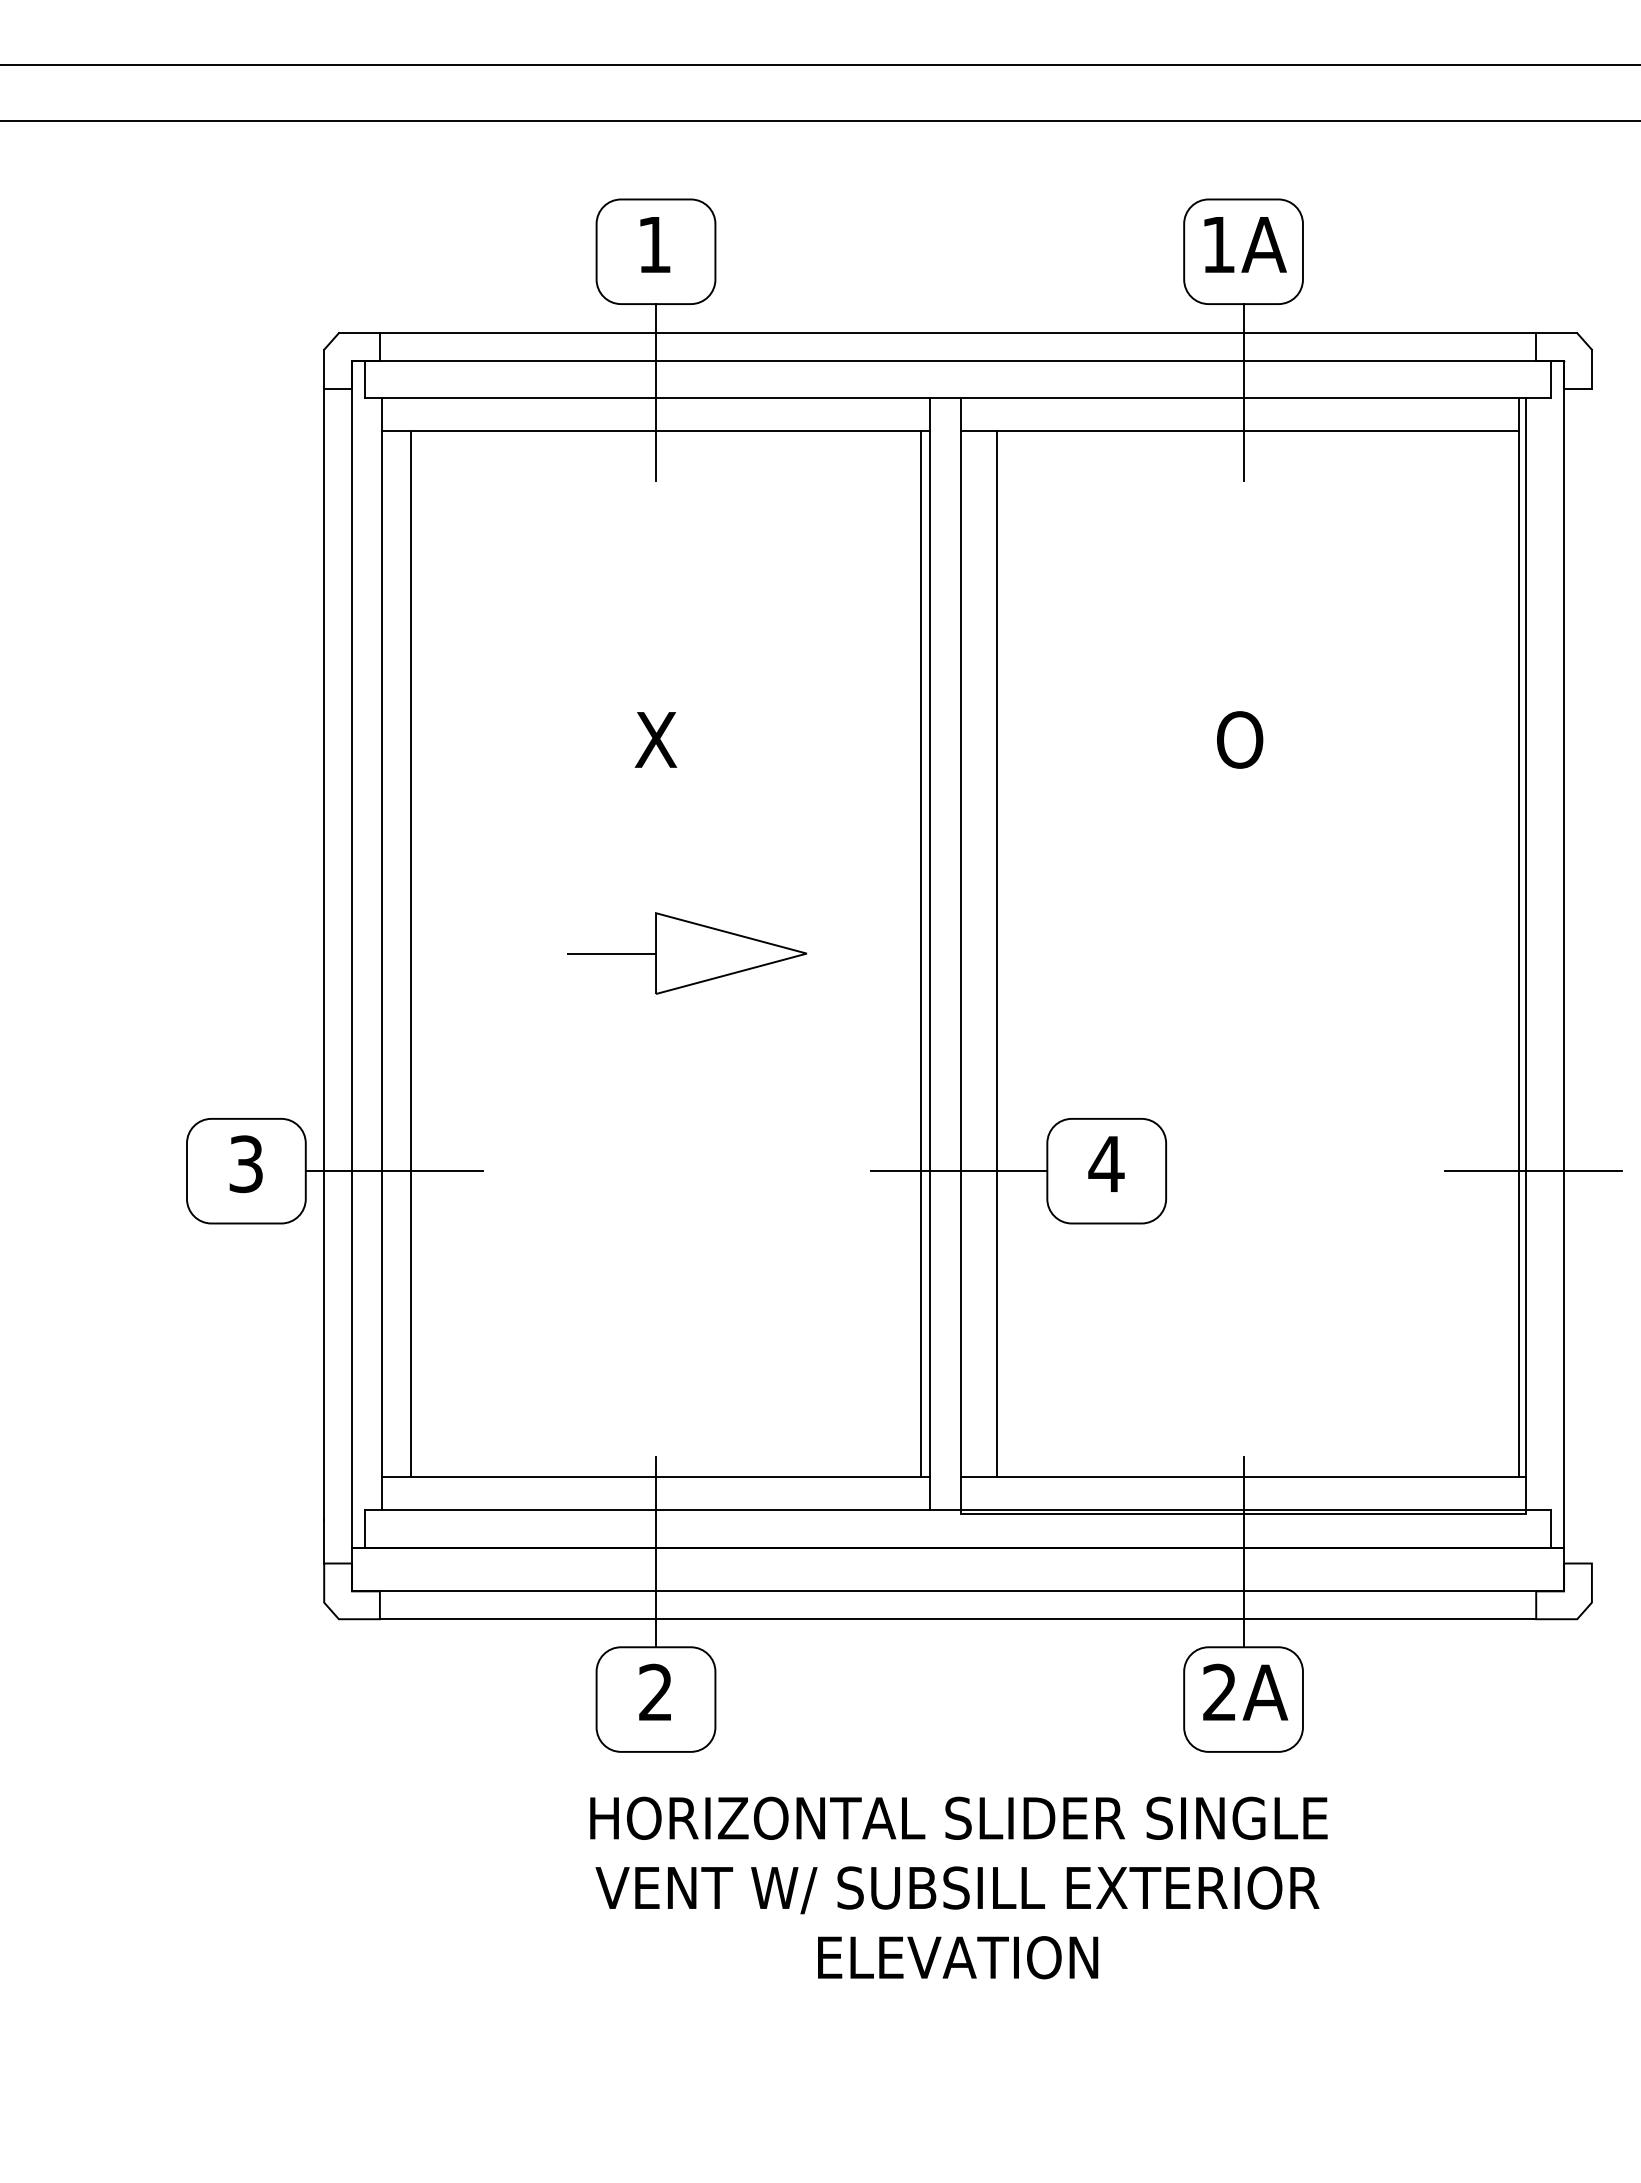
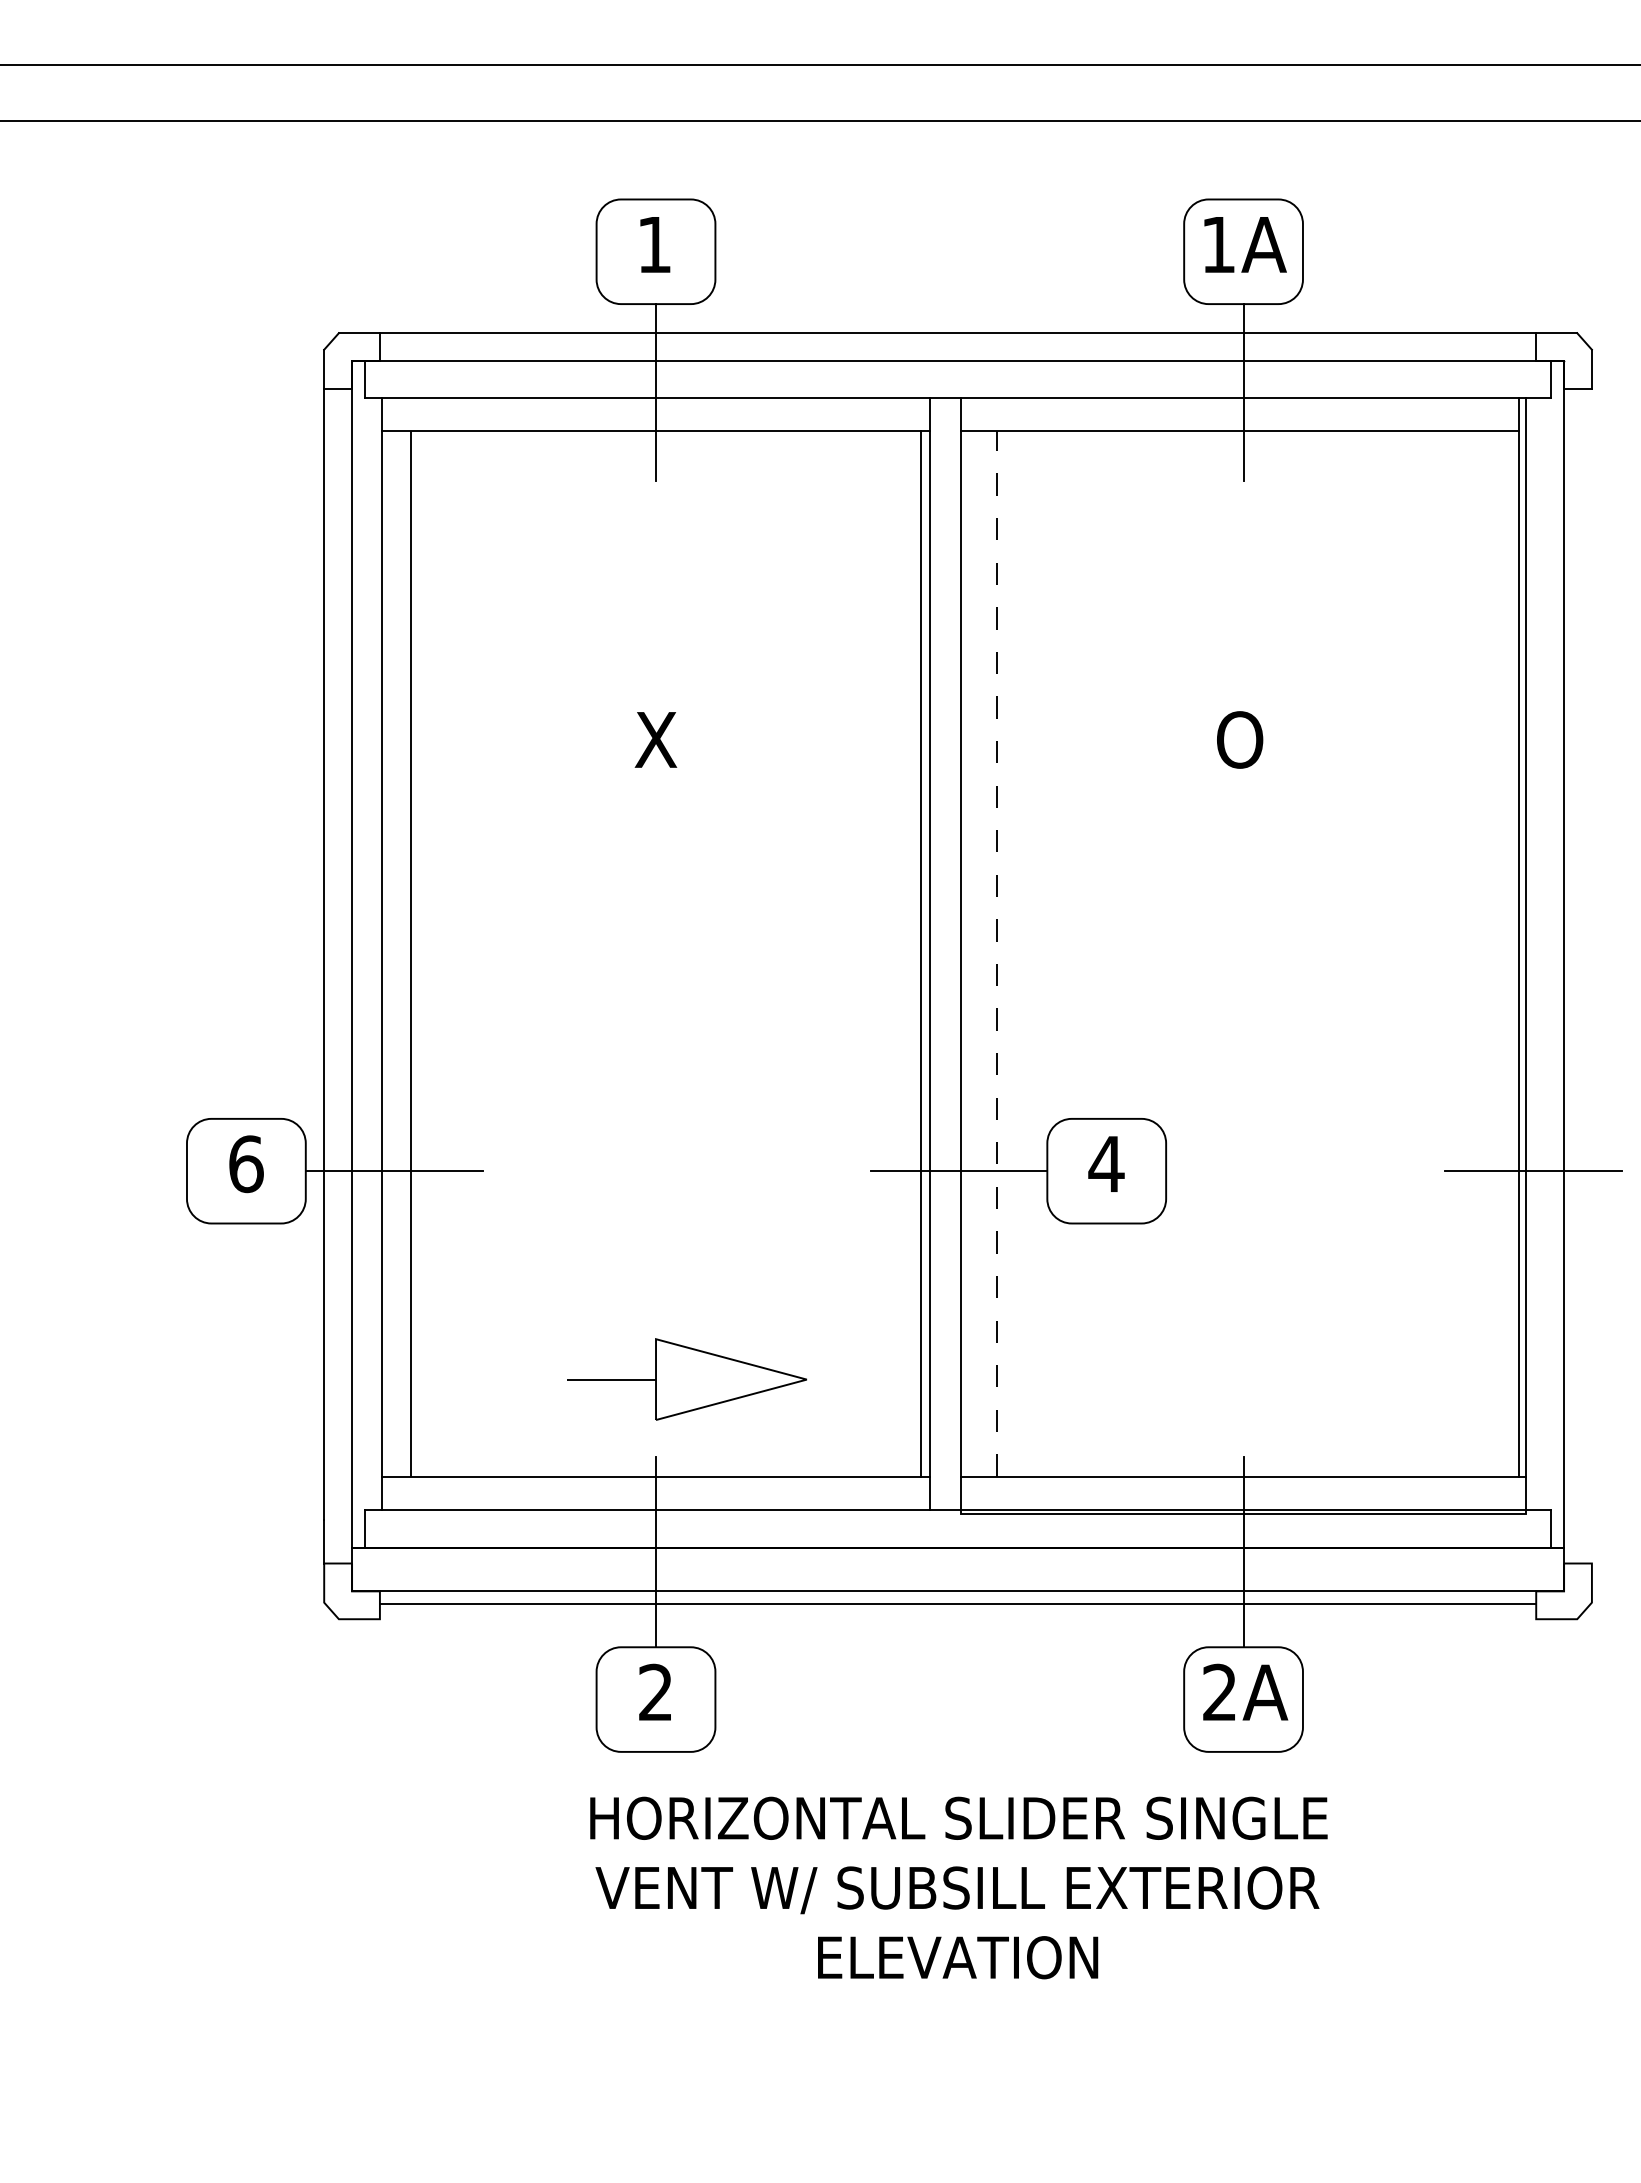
part at (687, 953) position: (687, 953) -> (687, 1379)
line at (996, 953): solid -> dashed
text at (246, 1164): 3 -> 6
line at (957, 1619) position: (957, 1619) -> (957, 1604)
